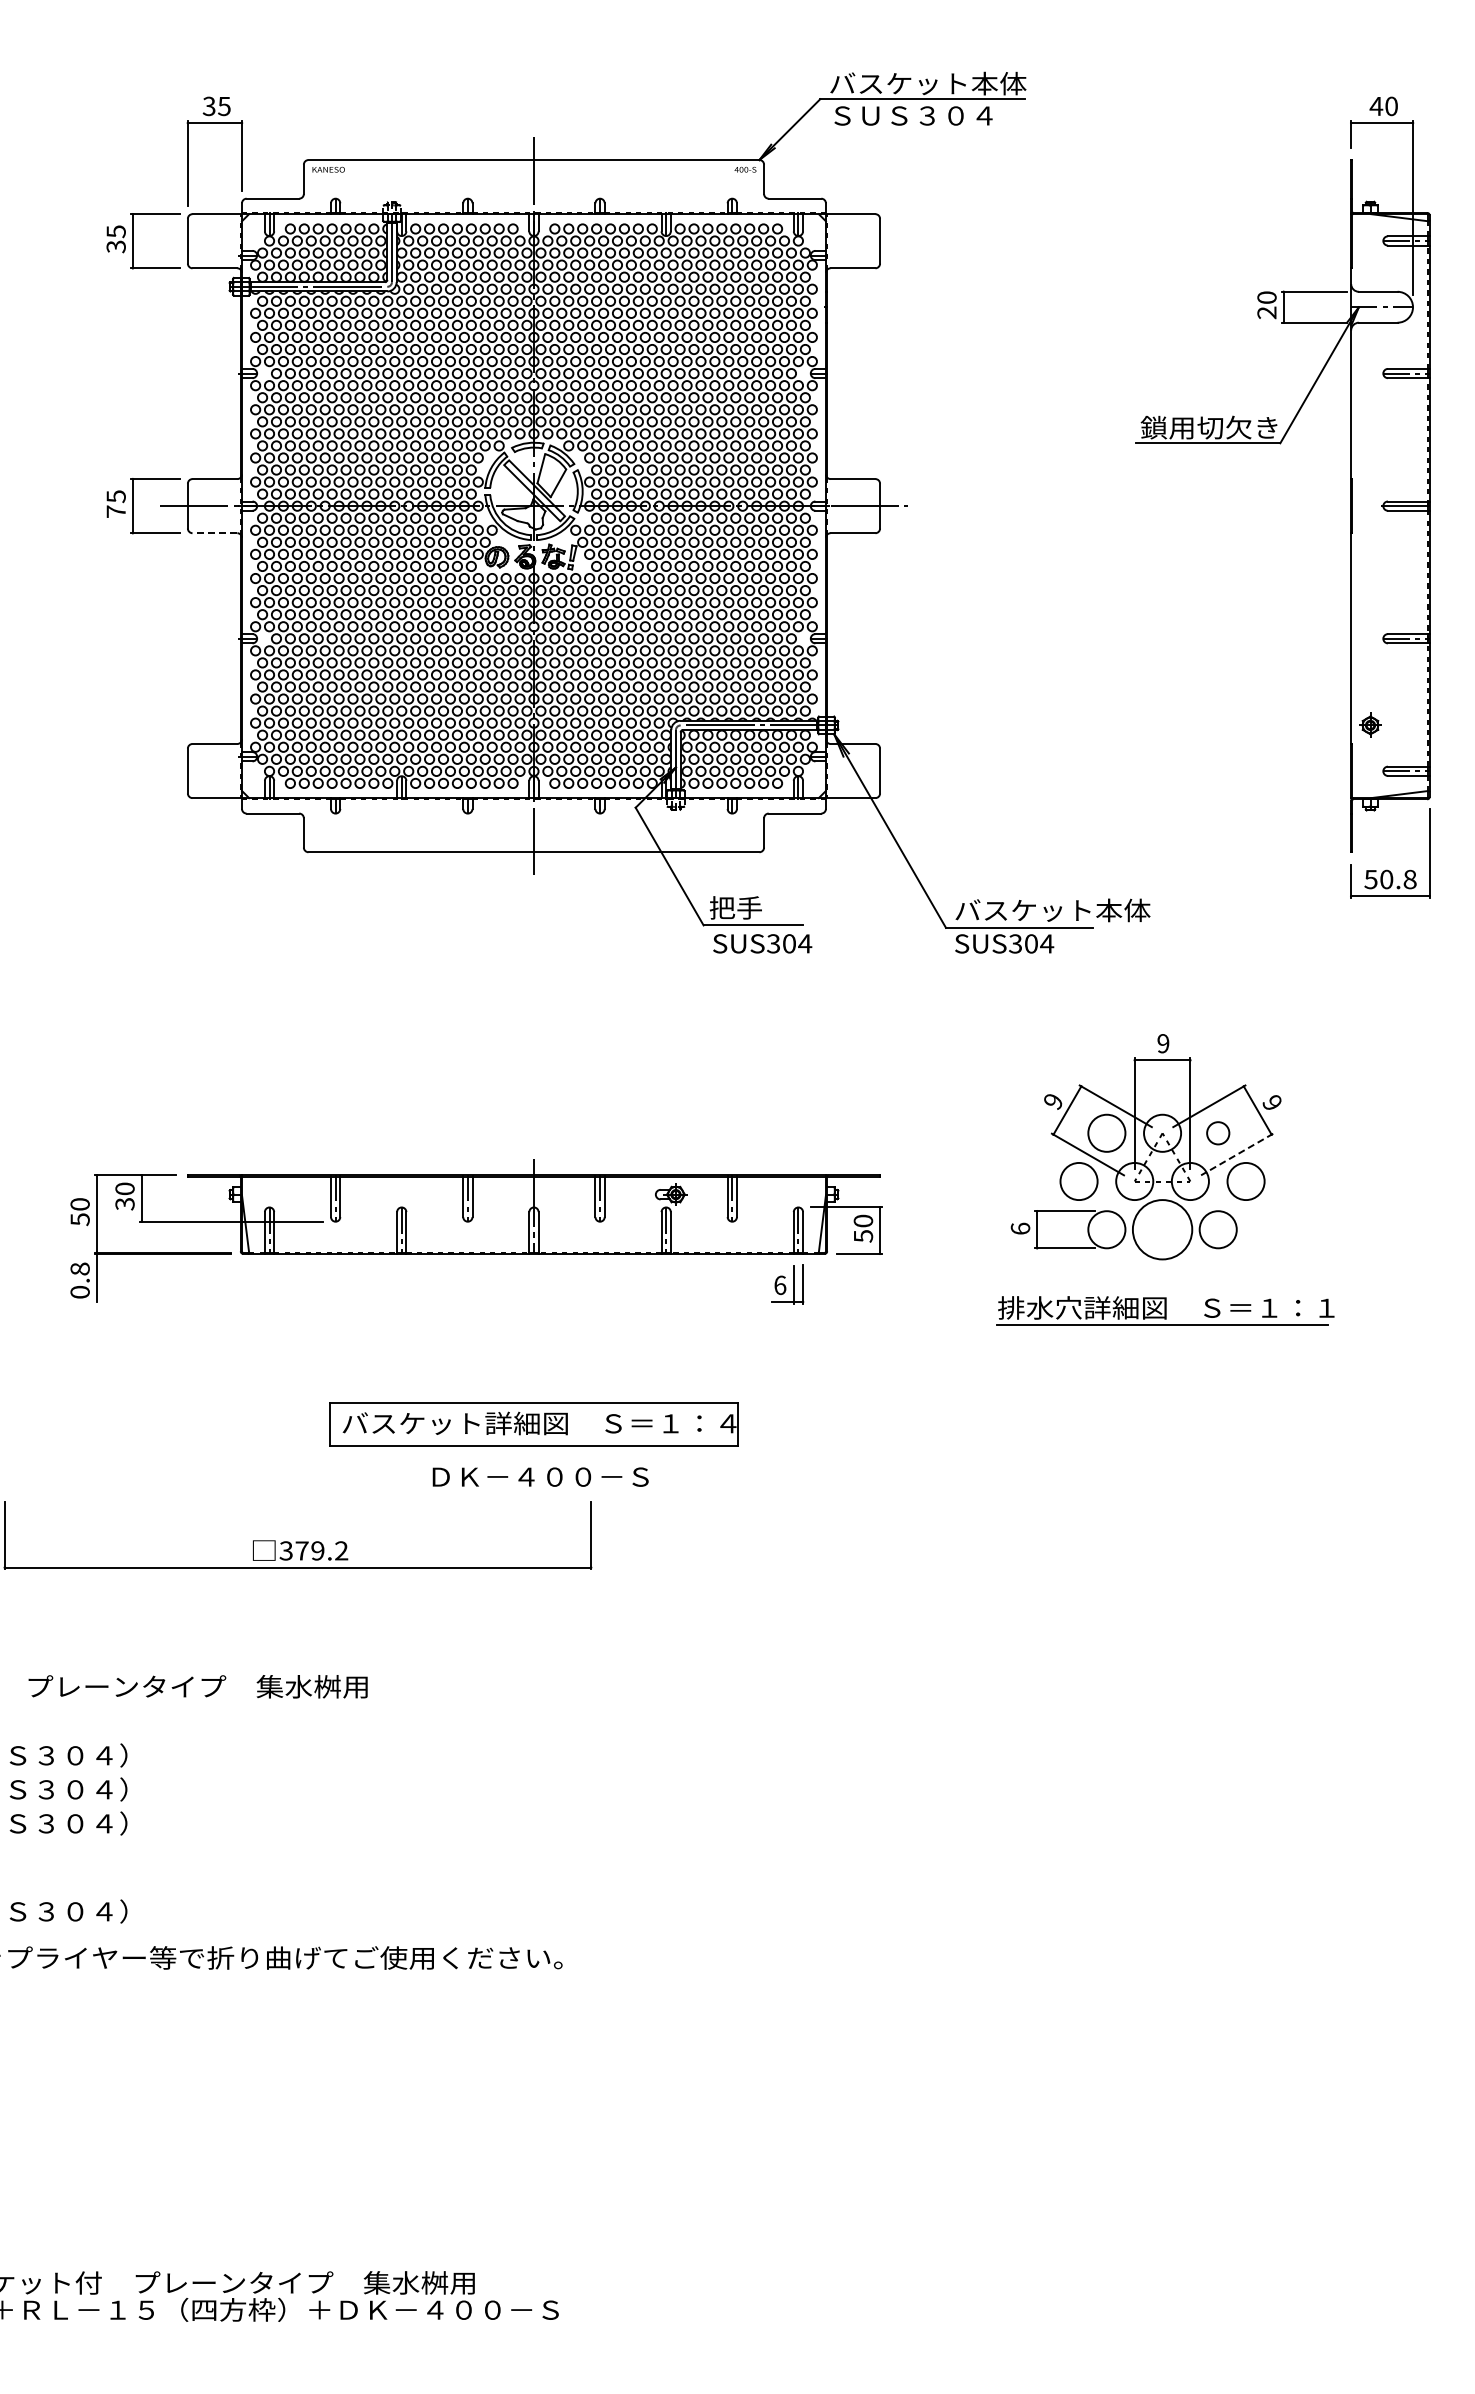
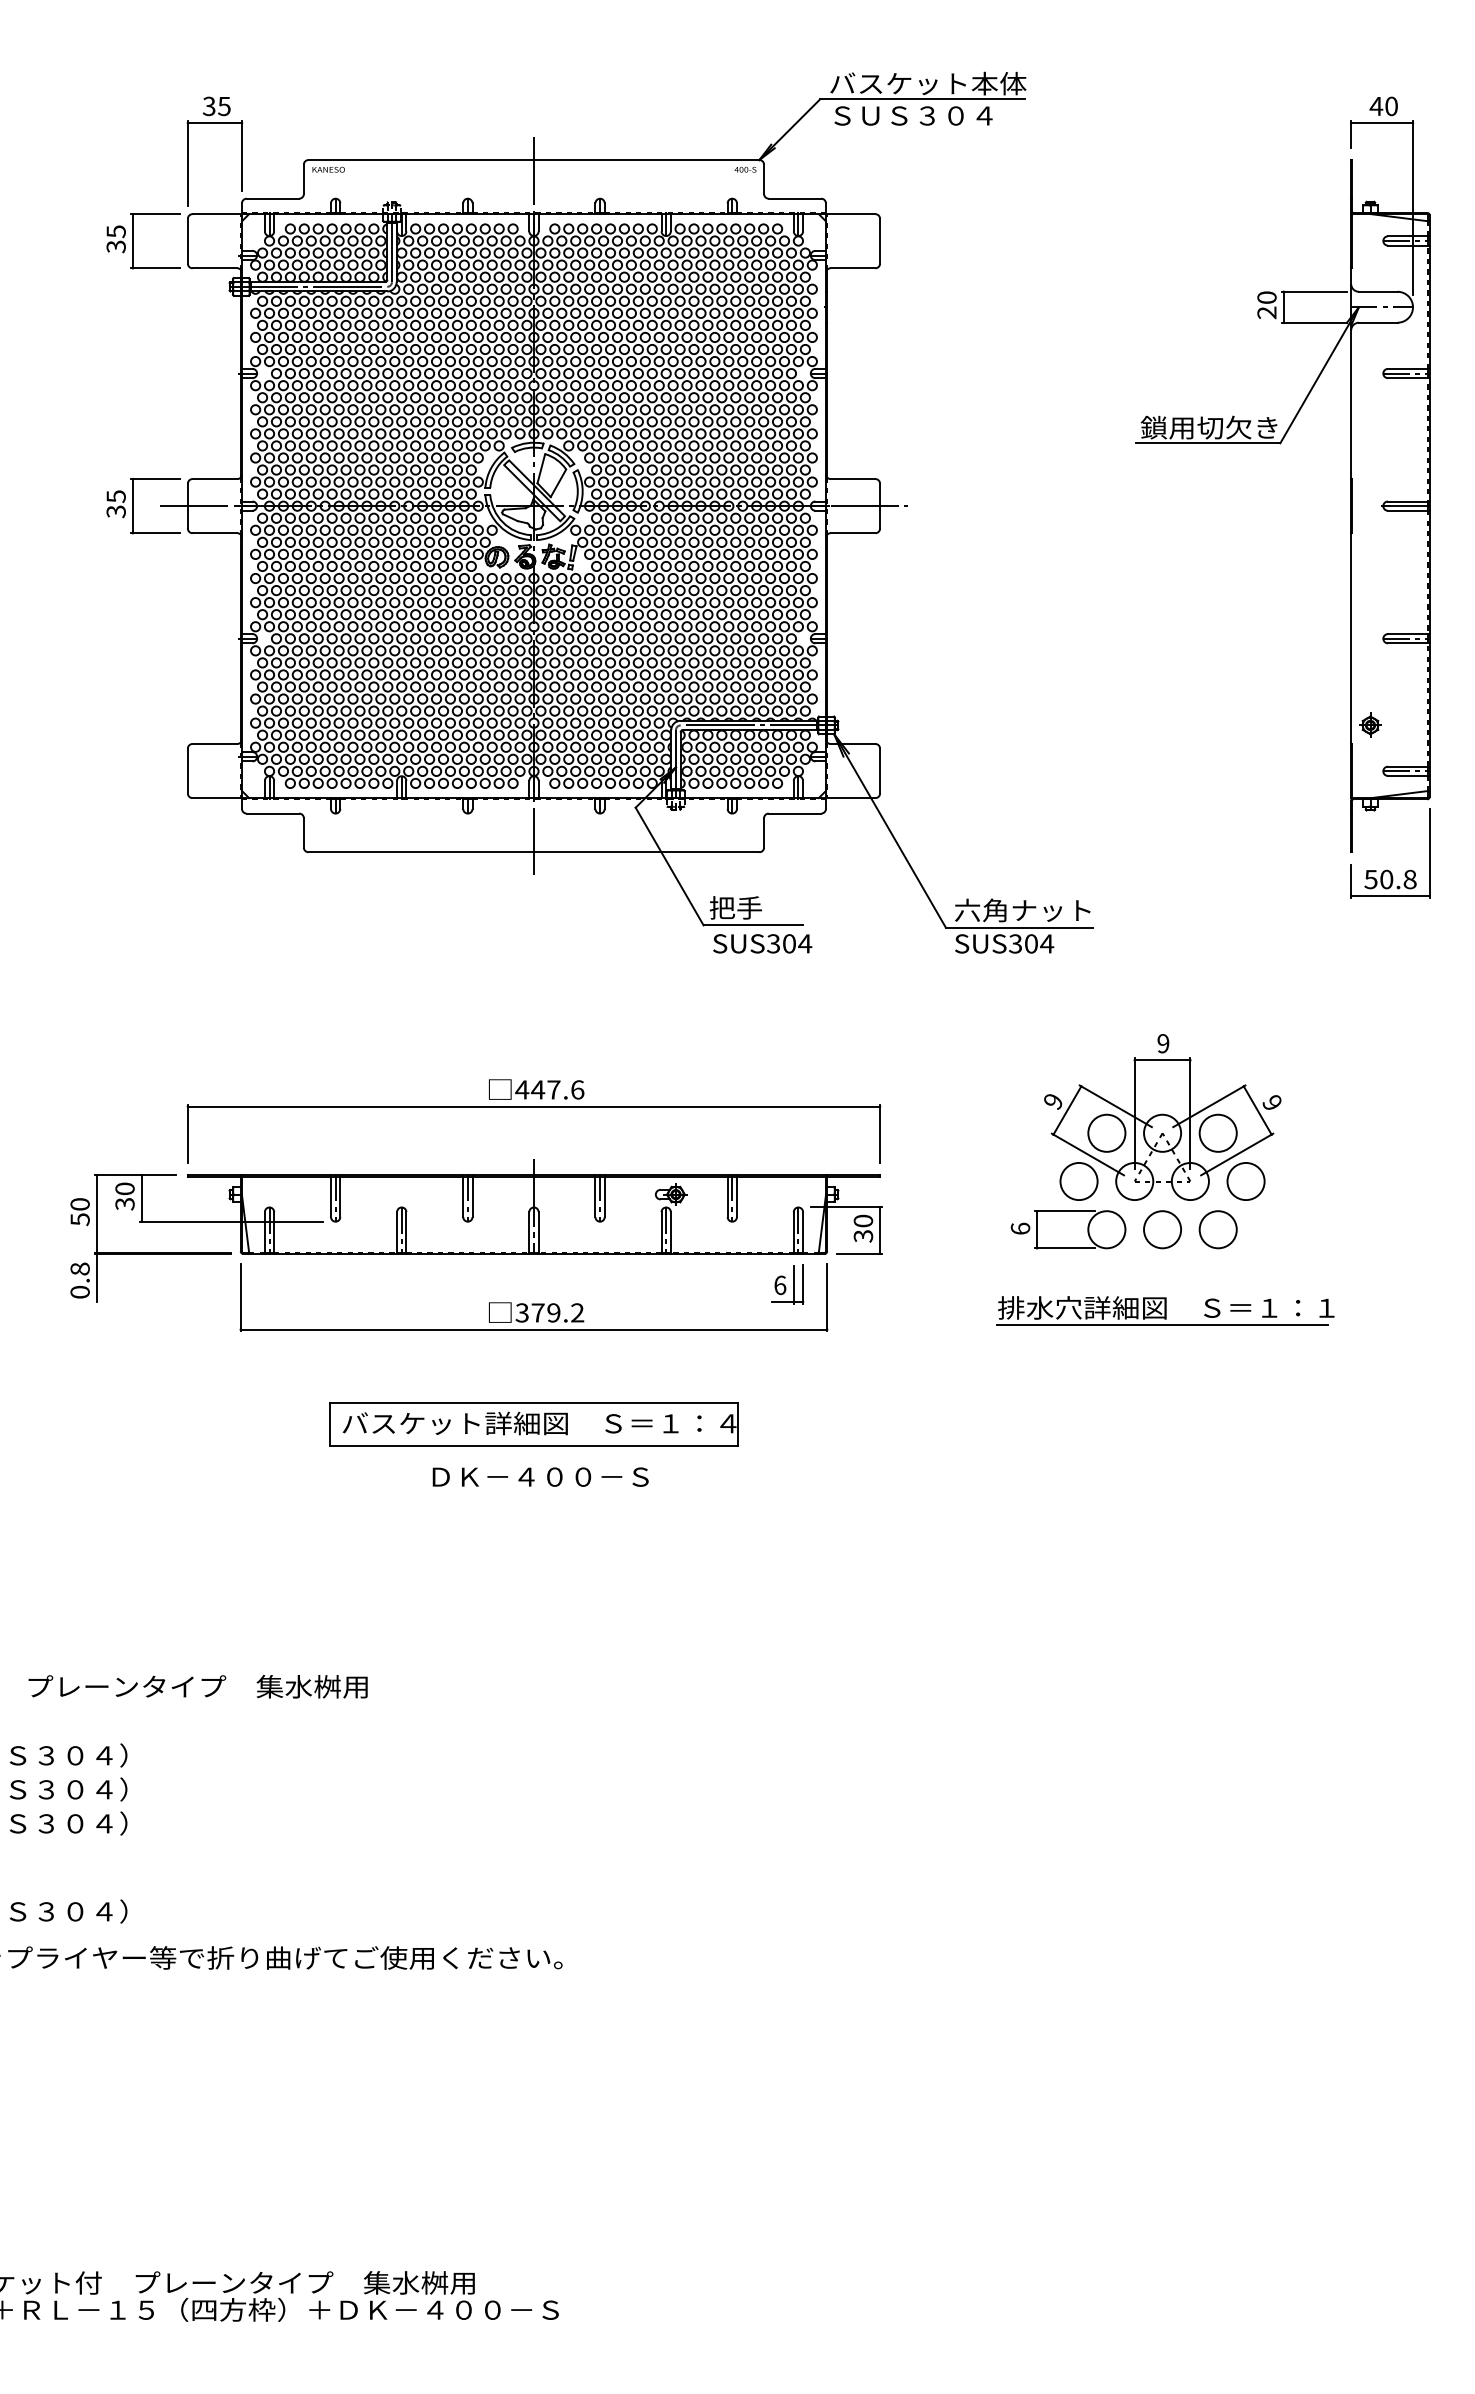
text at (115, 511): 75 -> 35
line at (214, 533): dashed -> solid
text at (1052, 910): バスケット本体 -> 六角ナット
part at (533, 1107): none -> present
circle at (1218, 1133) diameter: 22 px -> 37 px
line at (1237, 1154): dashed -> solid
circle at (1162, 1229) diameter: 59 px -> 37 px
text at (862, 1235): 50 -> 30
part at (297, 1535) position: (297, 1535) -> (533, 1297)
